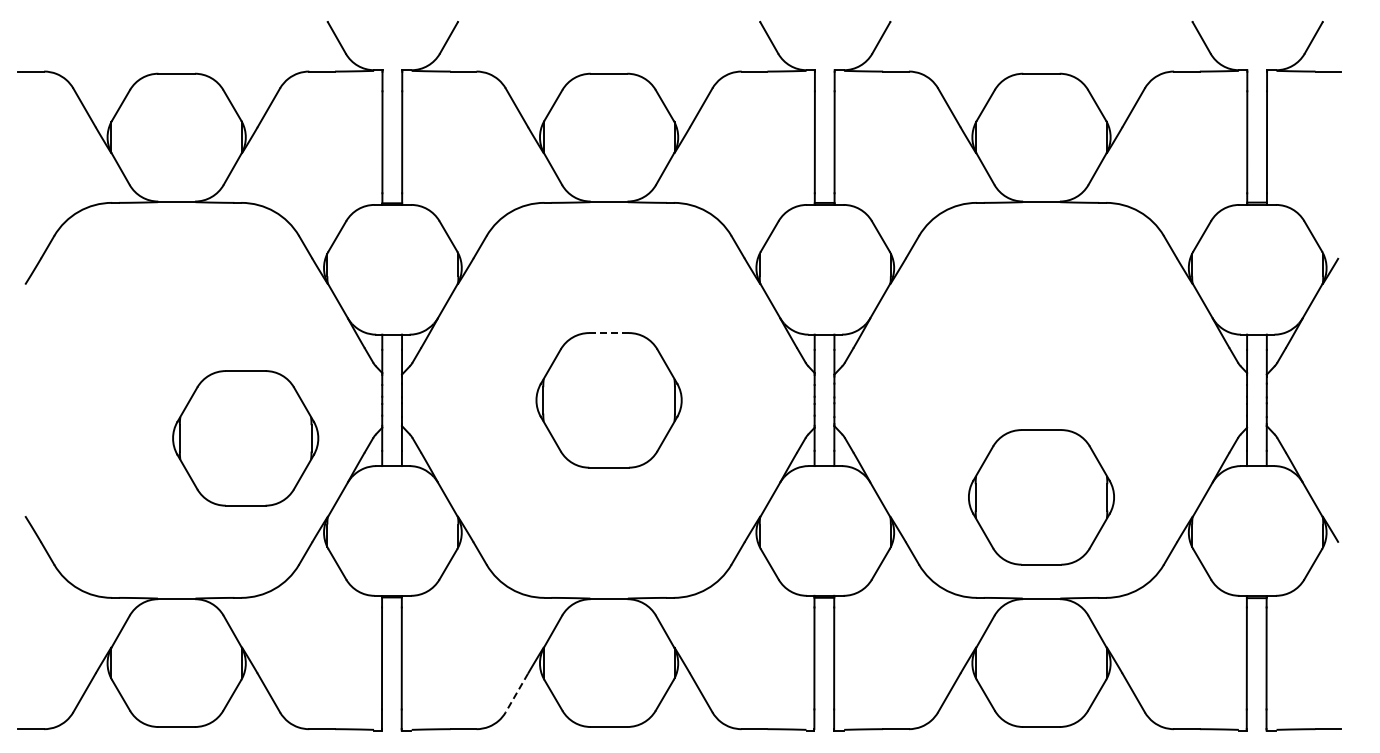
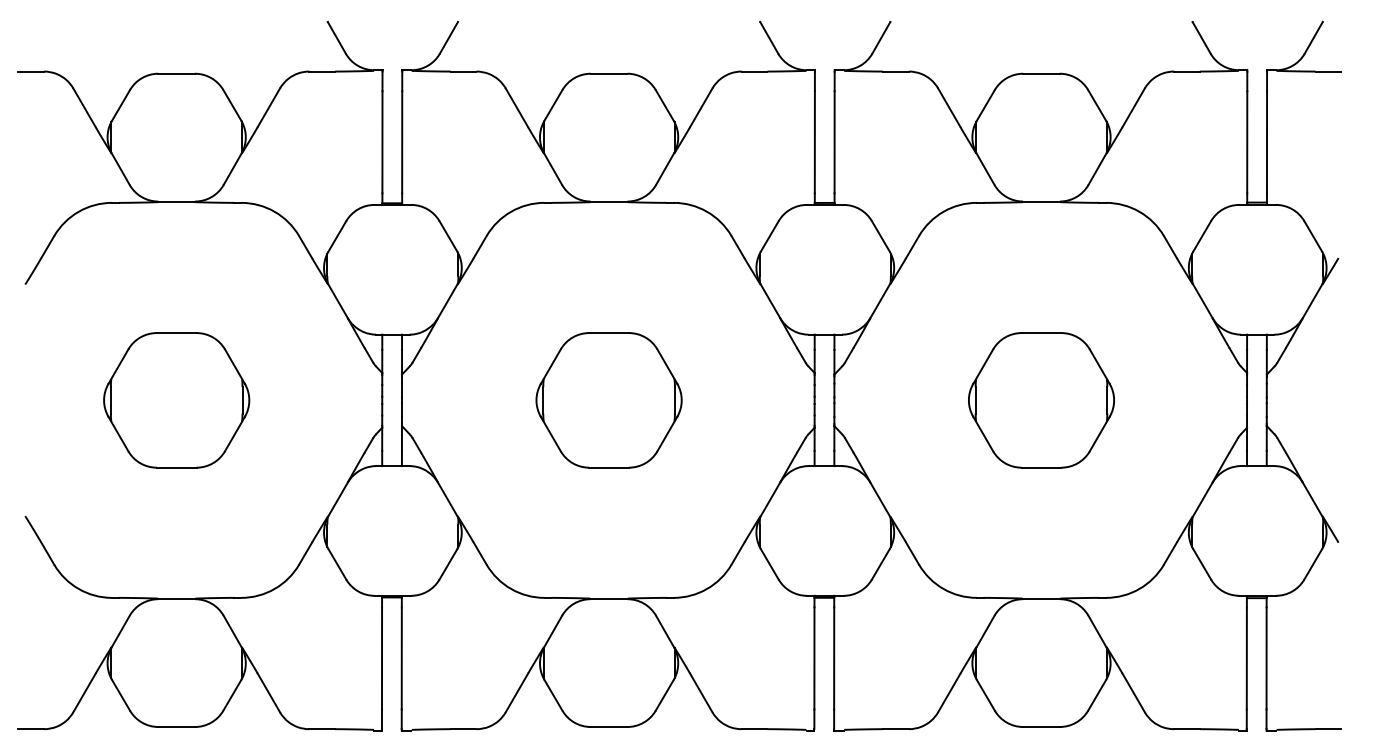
line at (609, 333): dashed -> solid
part at (245, 438) position: (245, 438) -> (176, 400)
part at (1041, 497) position: (1041, 497) -> (1041, 400)
line at (516, 693): dashed -> solid
